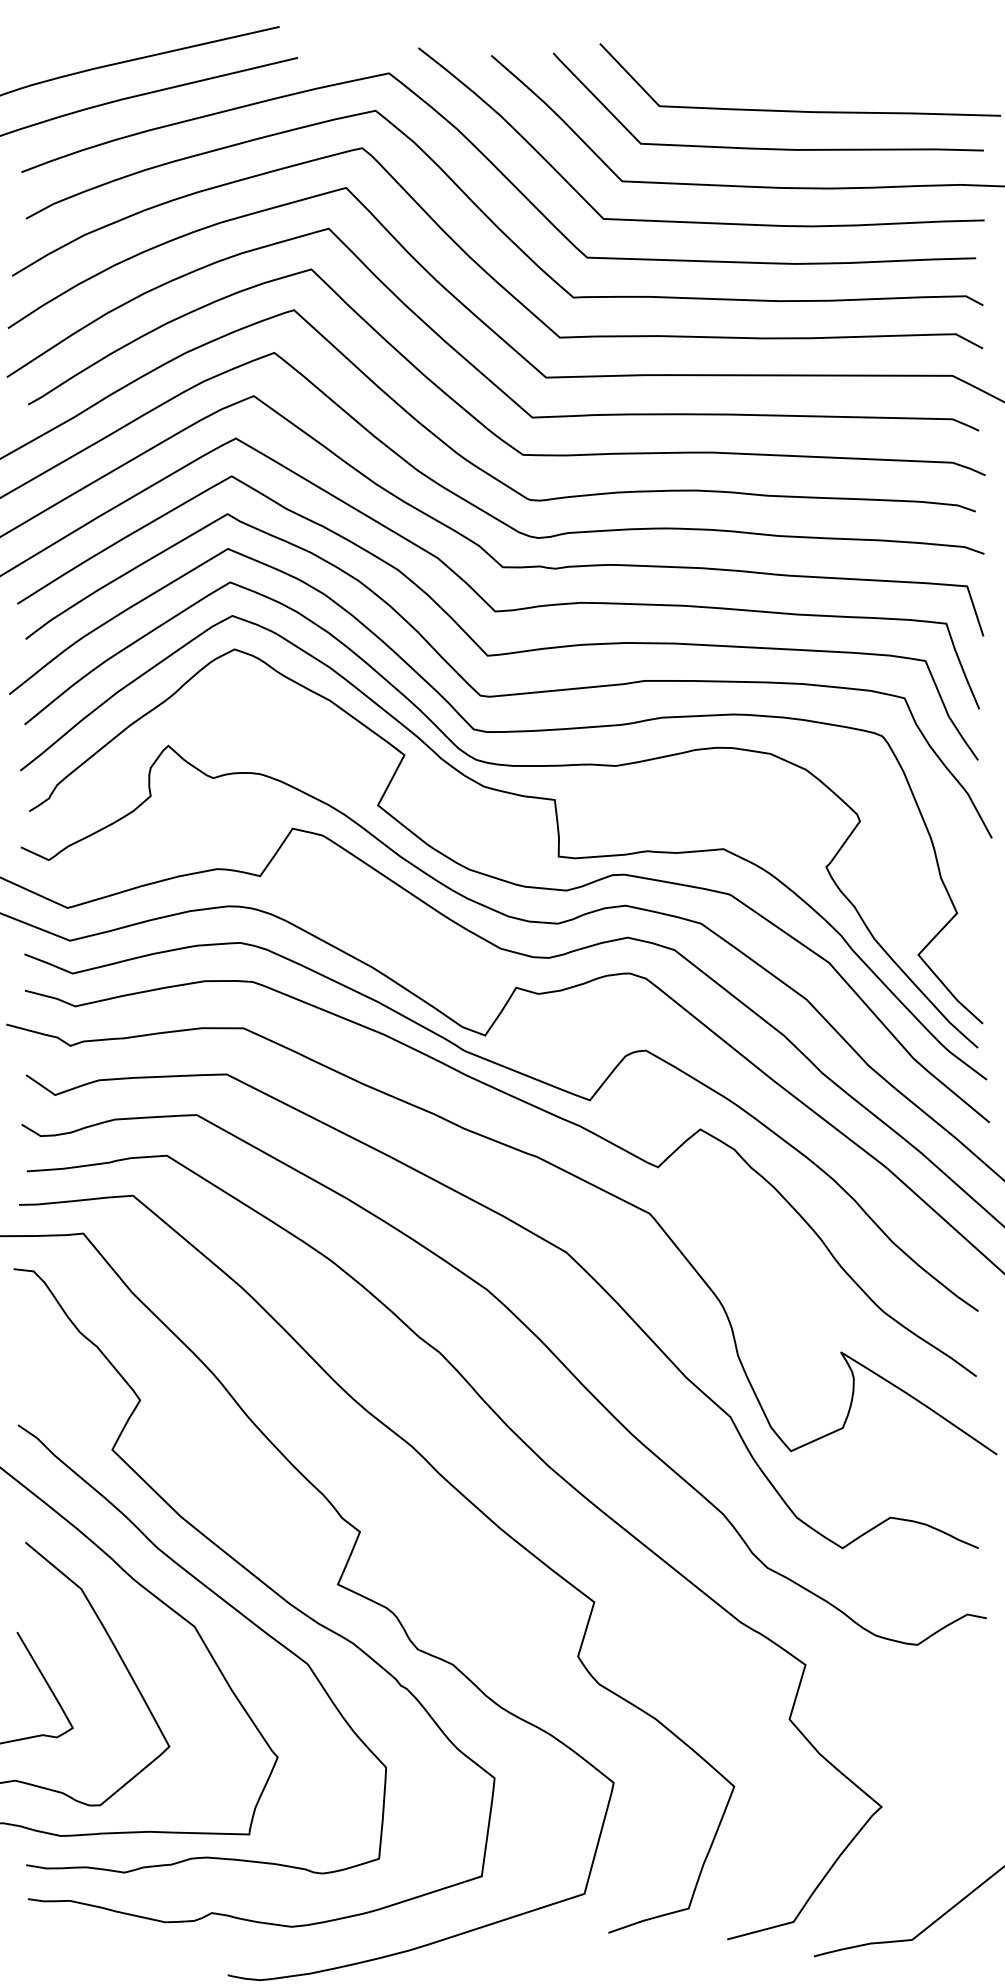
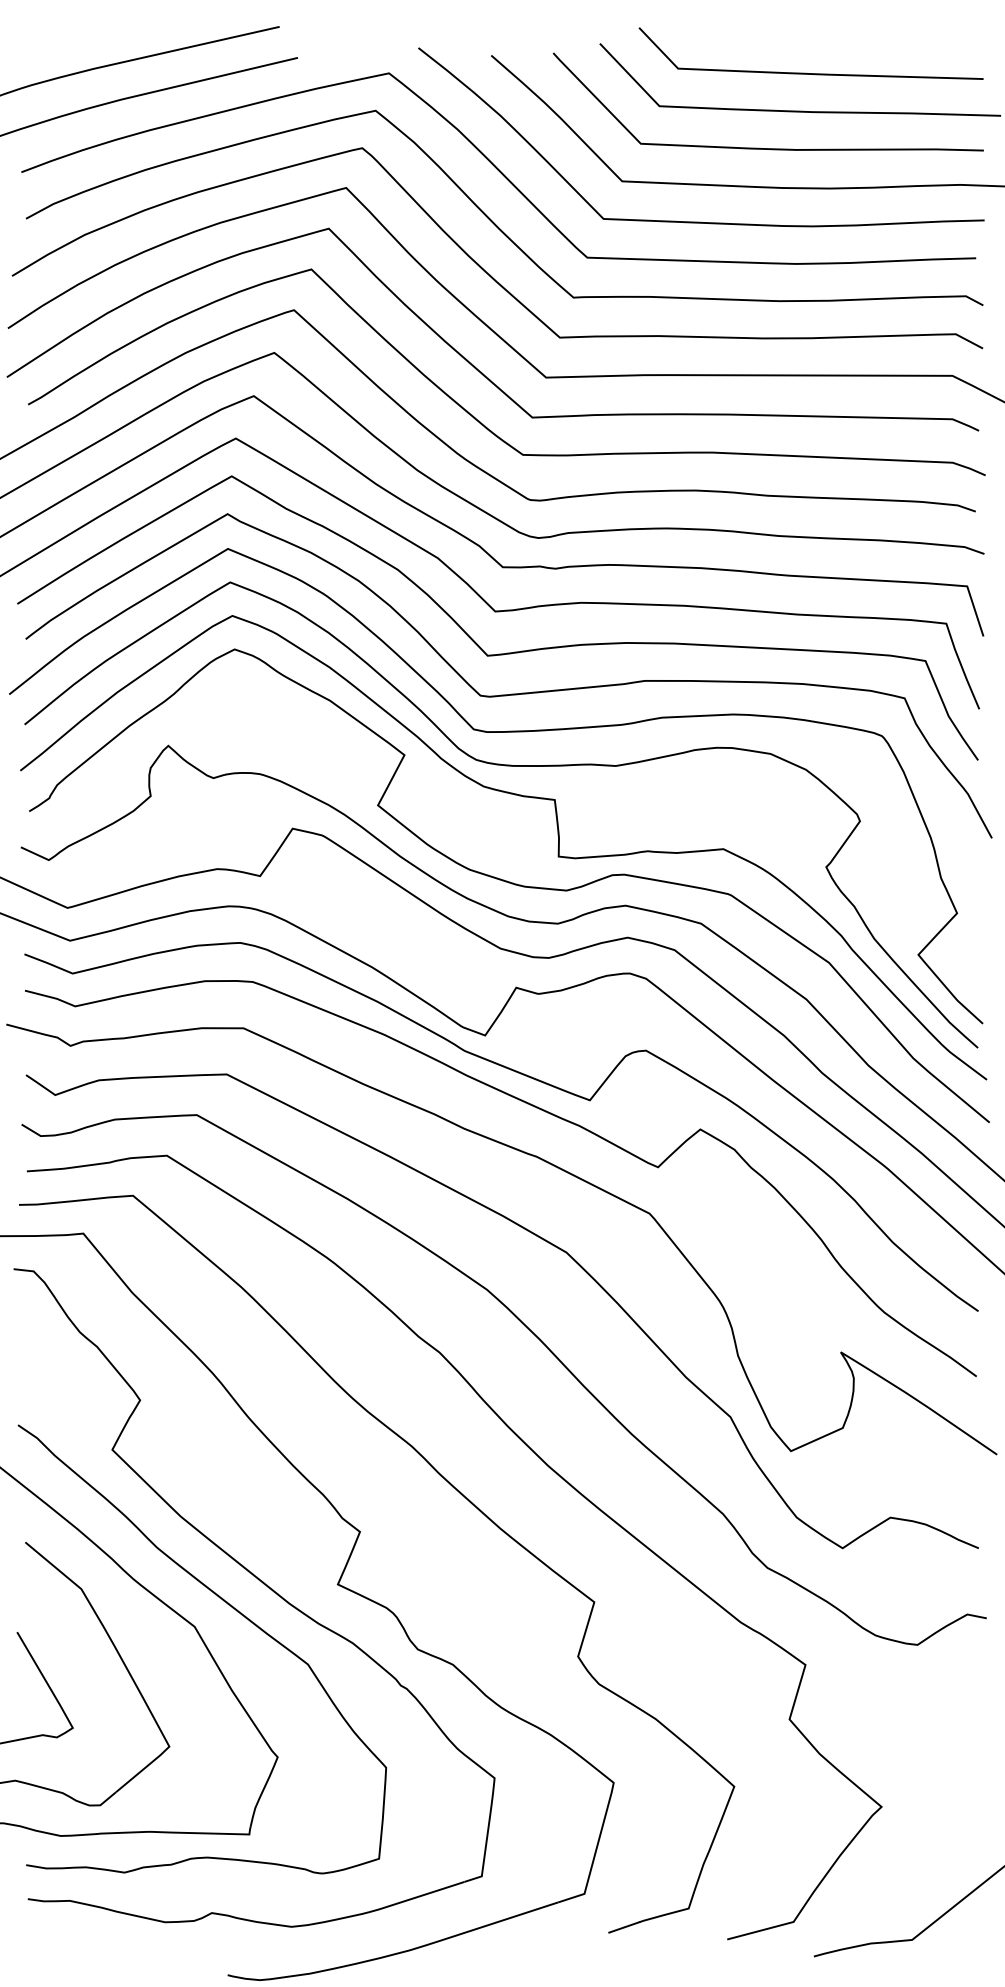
curve at (805, 72): none -> present
